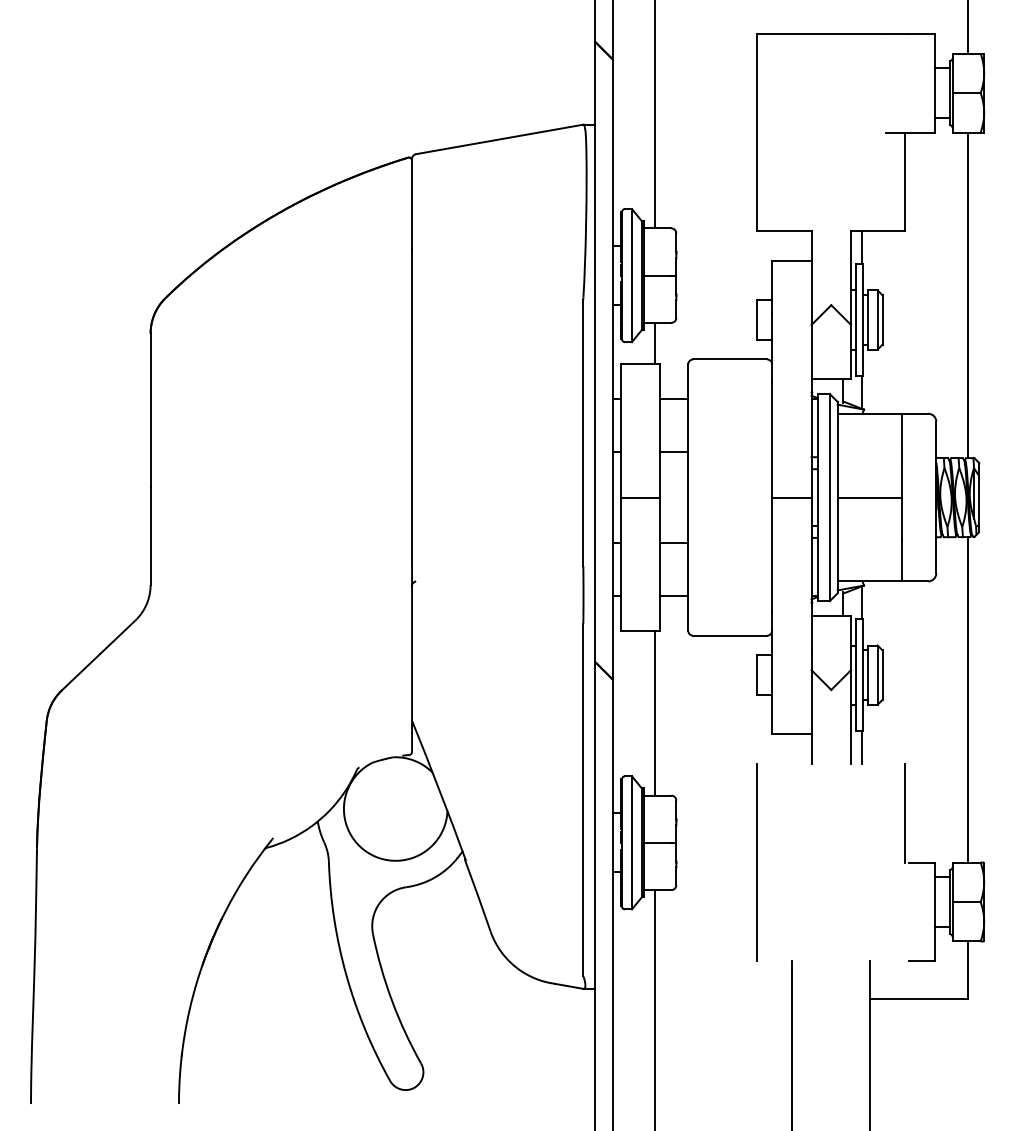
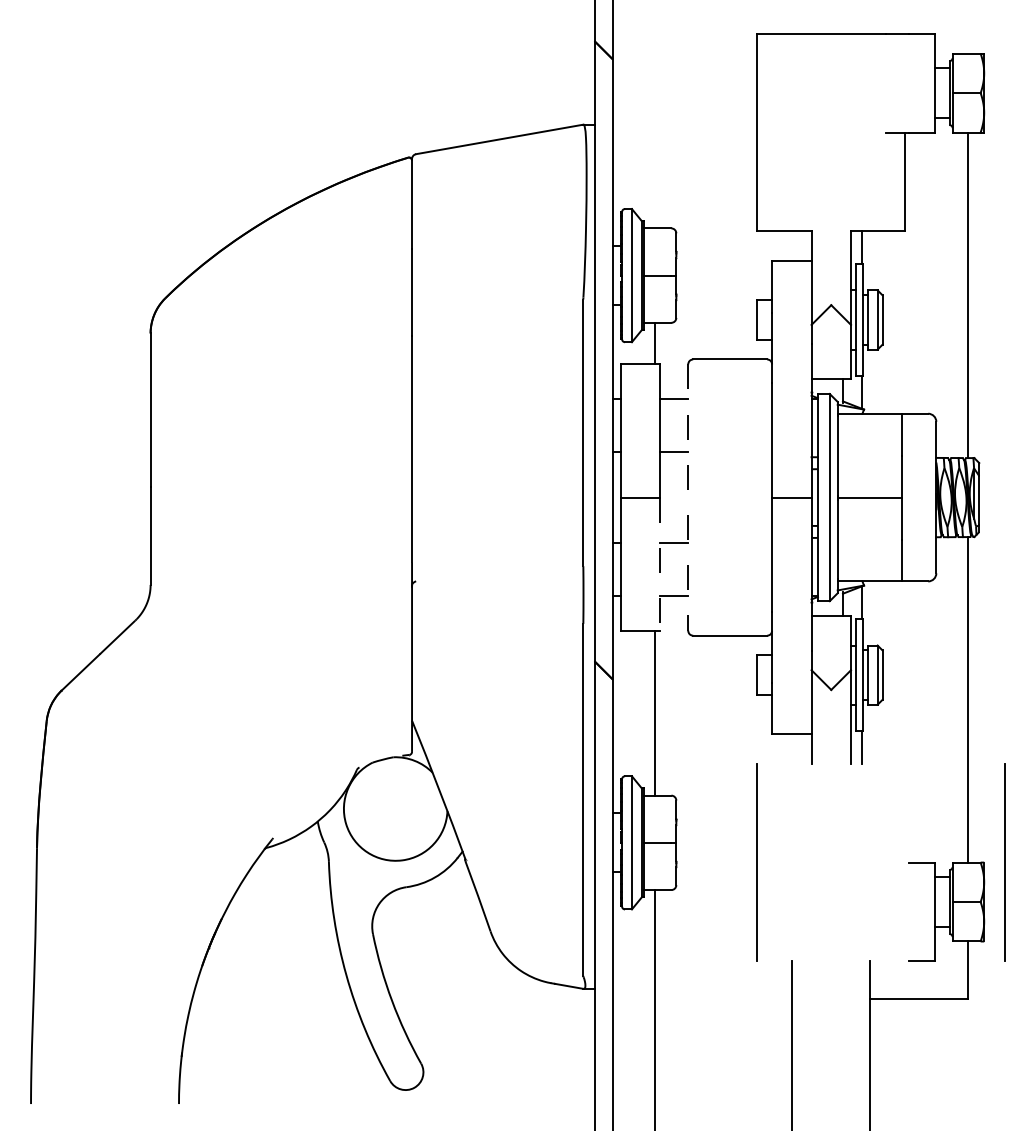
line at (968, 27): present -> none
line at (655, 115): present -> none
line at (688, 498): solid -> dashed
line at (660, 564): solid -> dashed
line at (905, 812): present -> none
line at (1004, 862): none -> present
